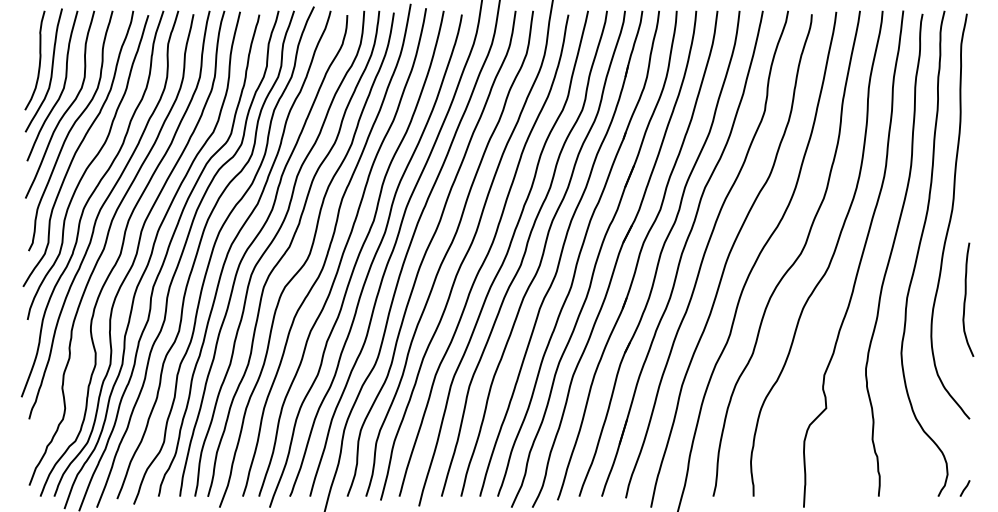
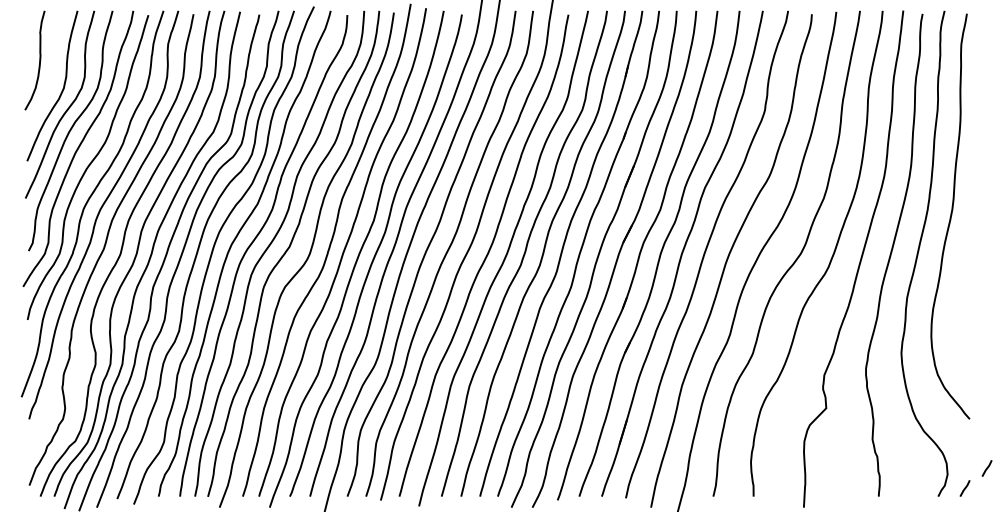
curve at (50, 73): present -> none
curve at (966, 297): present -> none
line at (986, 468): none -> present
